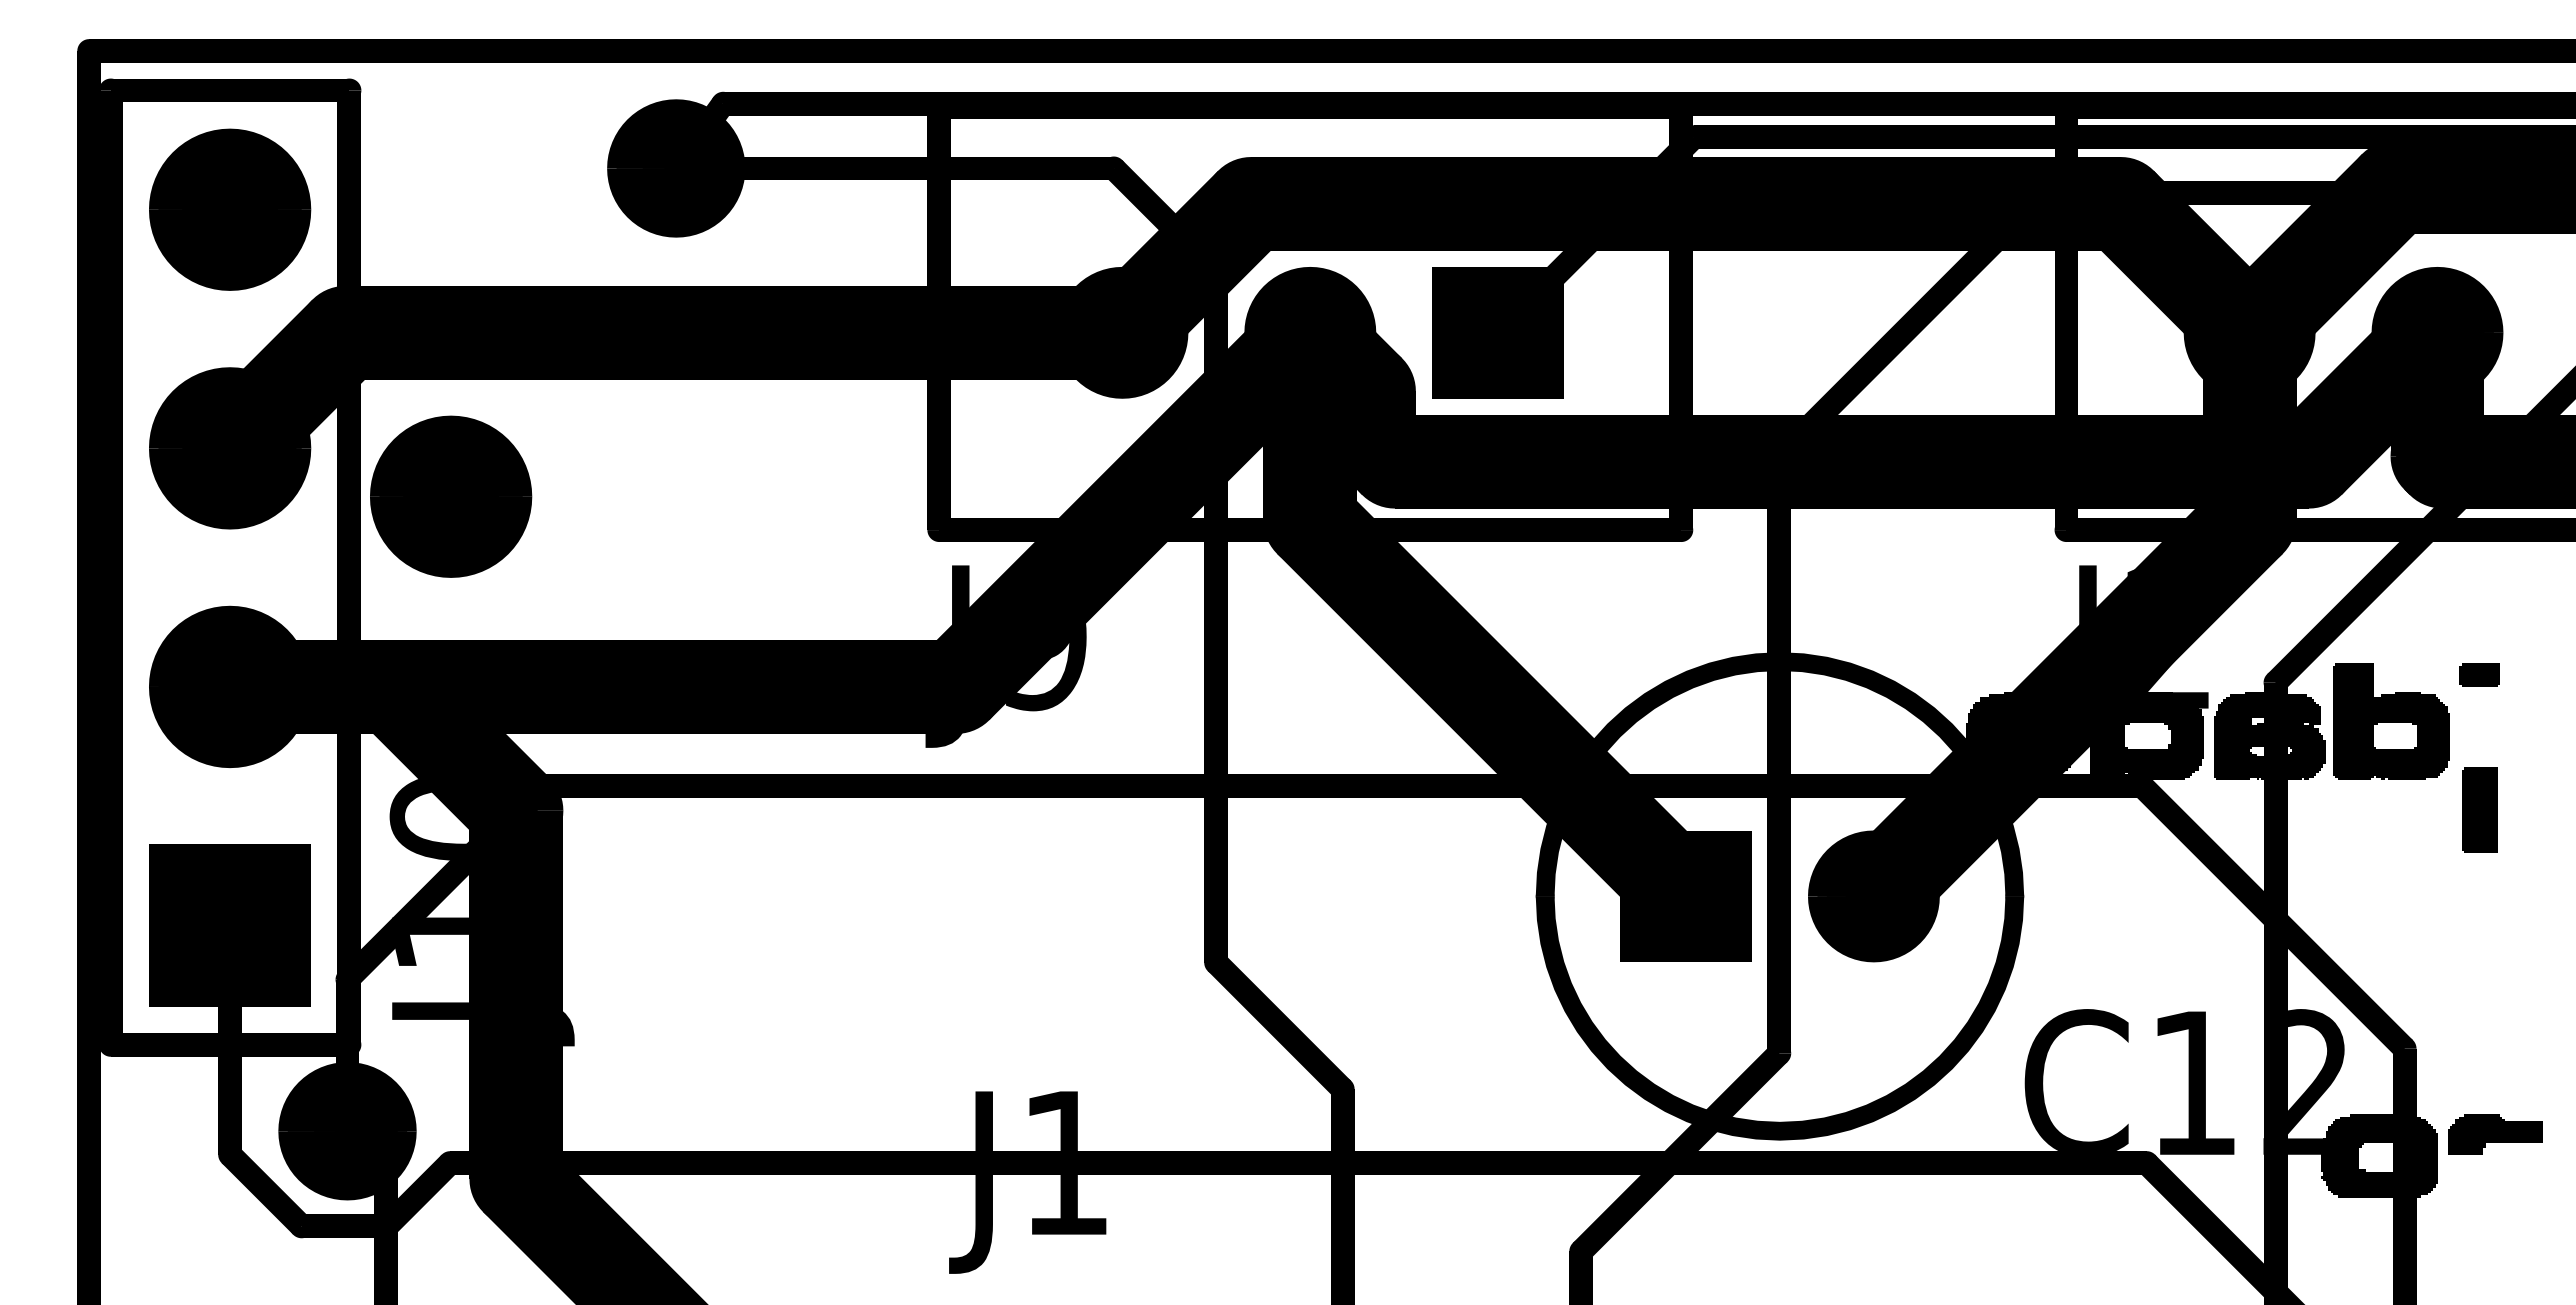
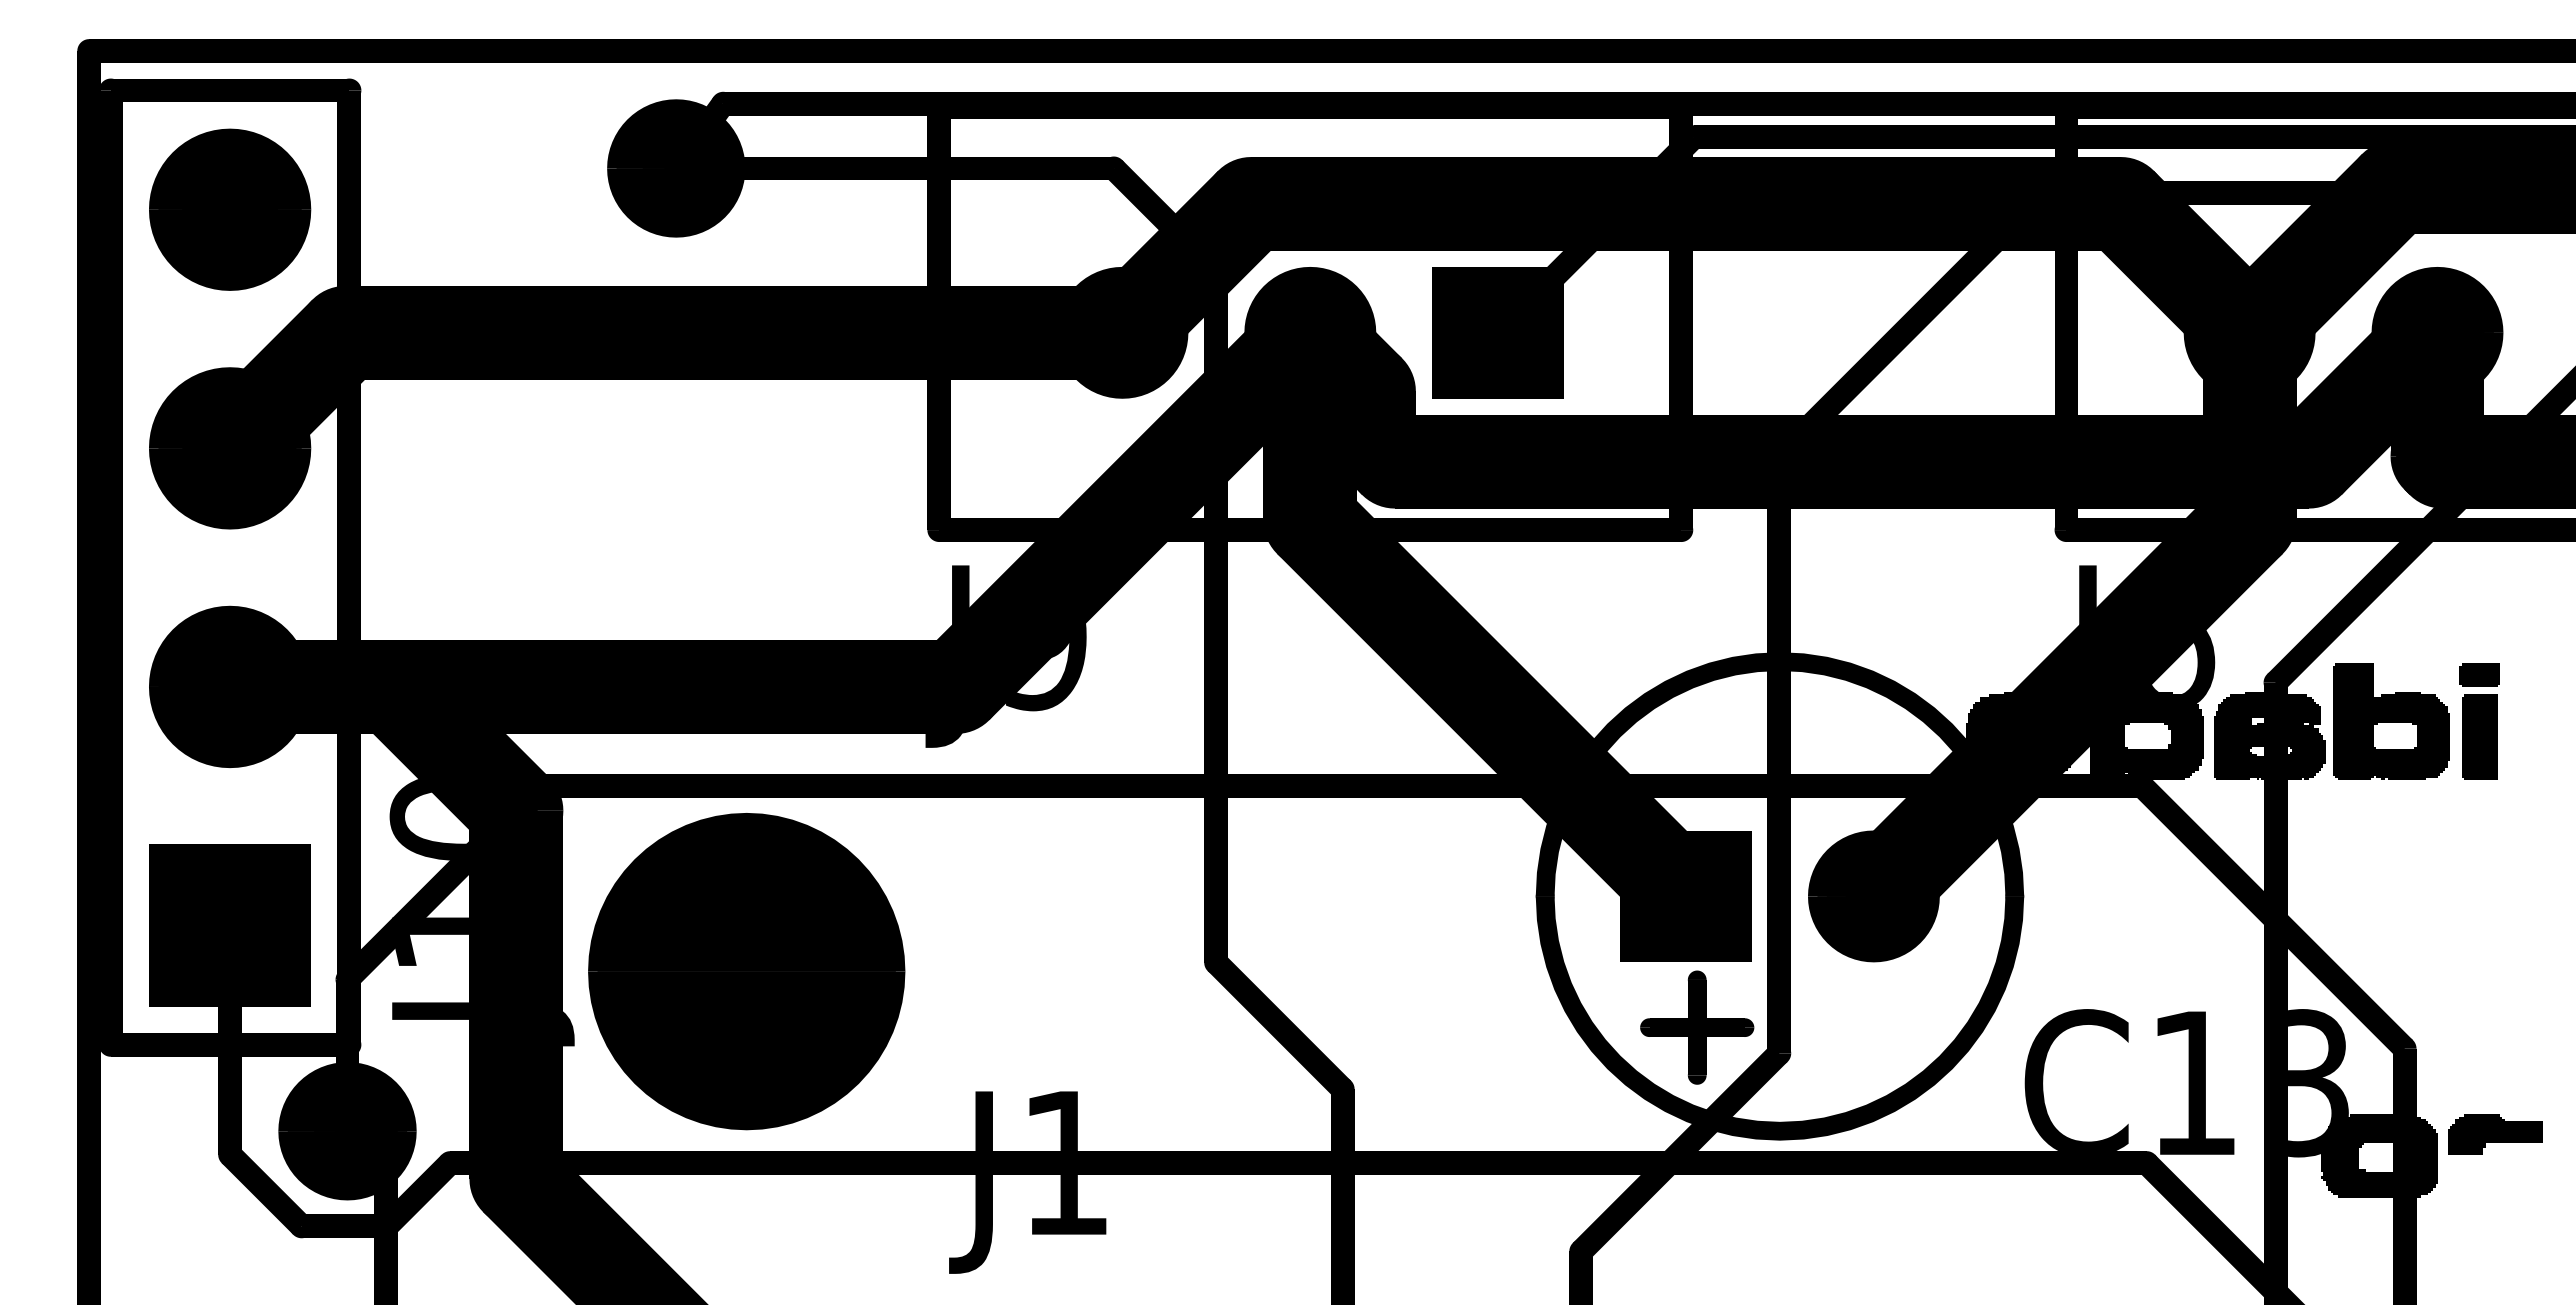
part at (451, 496): present -> none
text at (2171, 638): J2 -> J6
part at (2479, 809) position: (2479, 809) -> (2479, 736)
part at (746, 971): none -> present
part at (1697, 1027): none -> present
text at (2305, 1083): C12 -> C13
